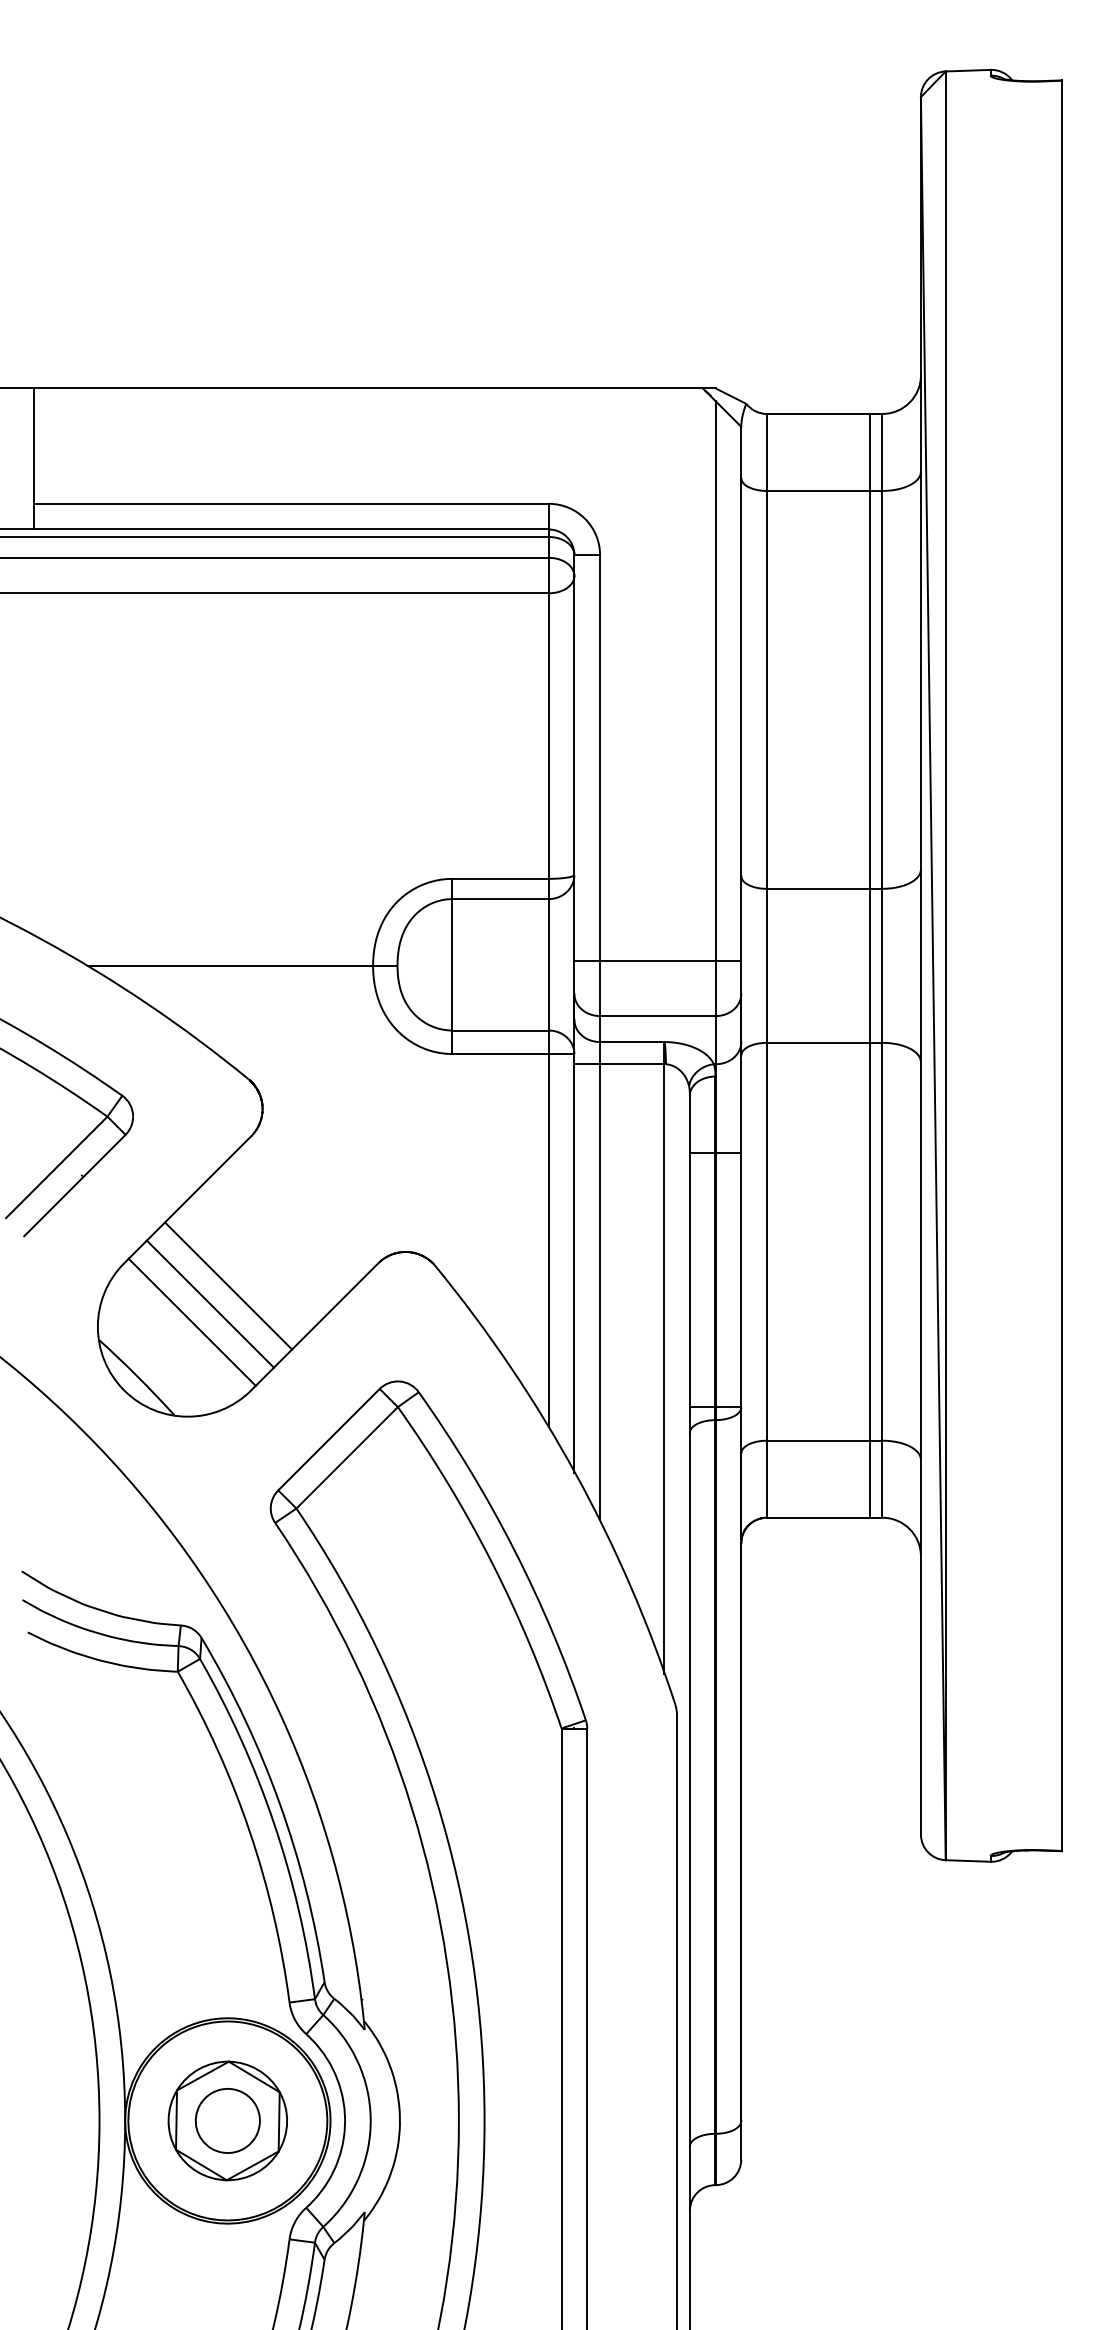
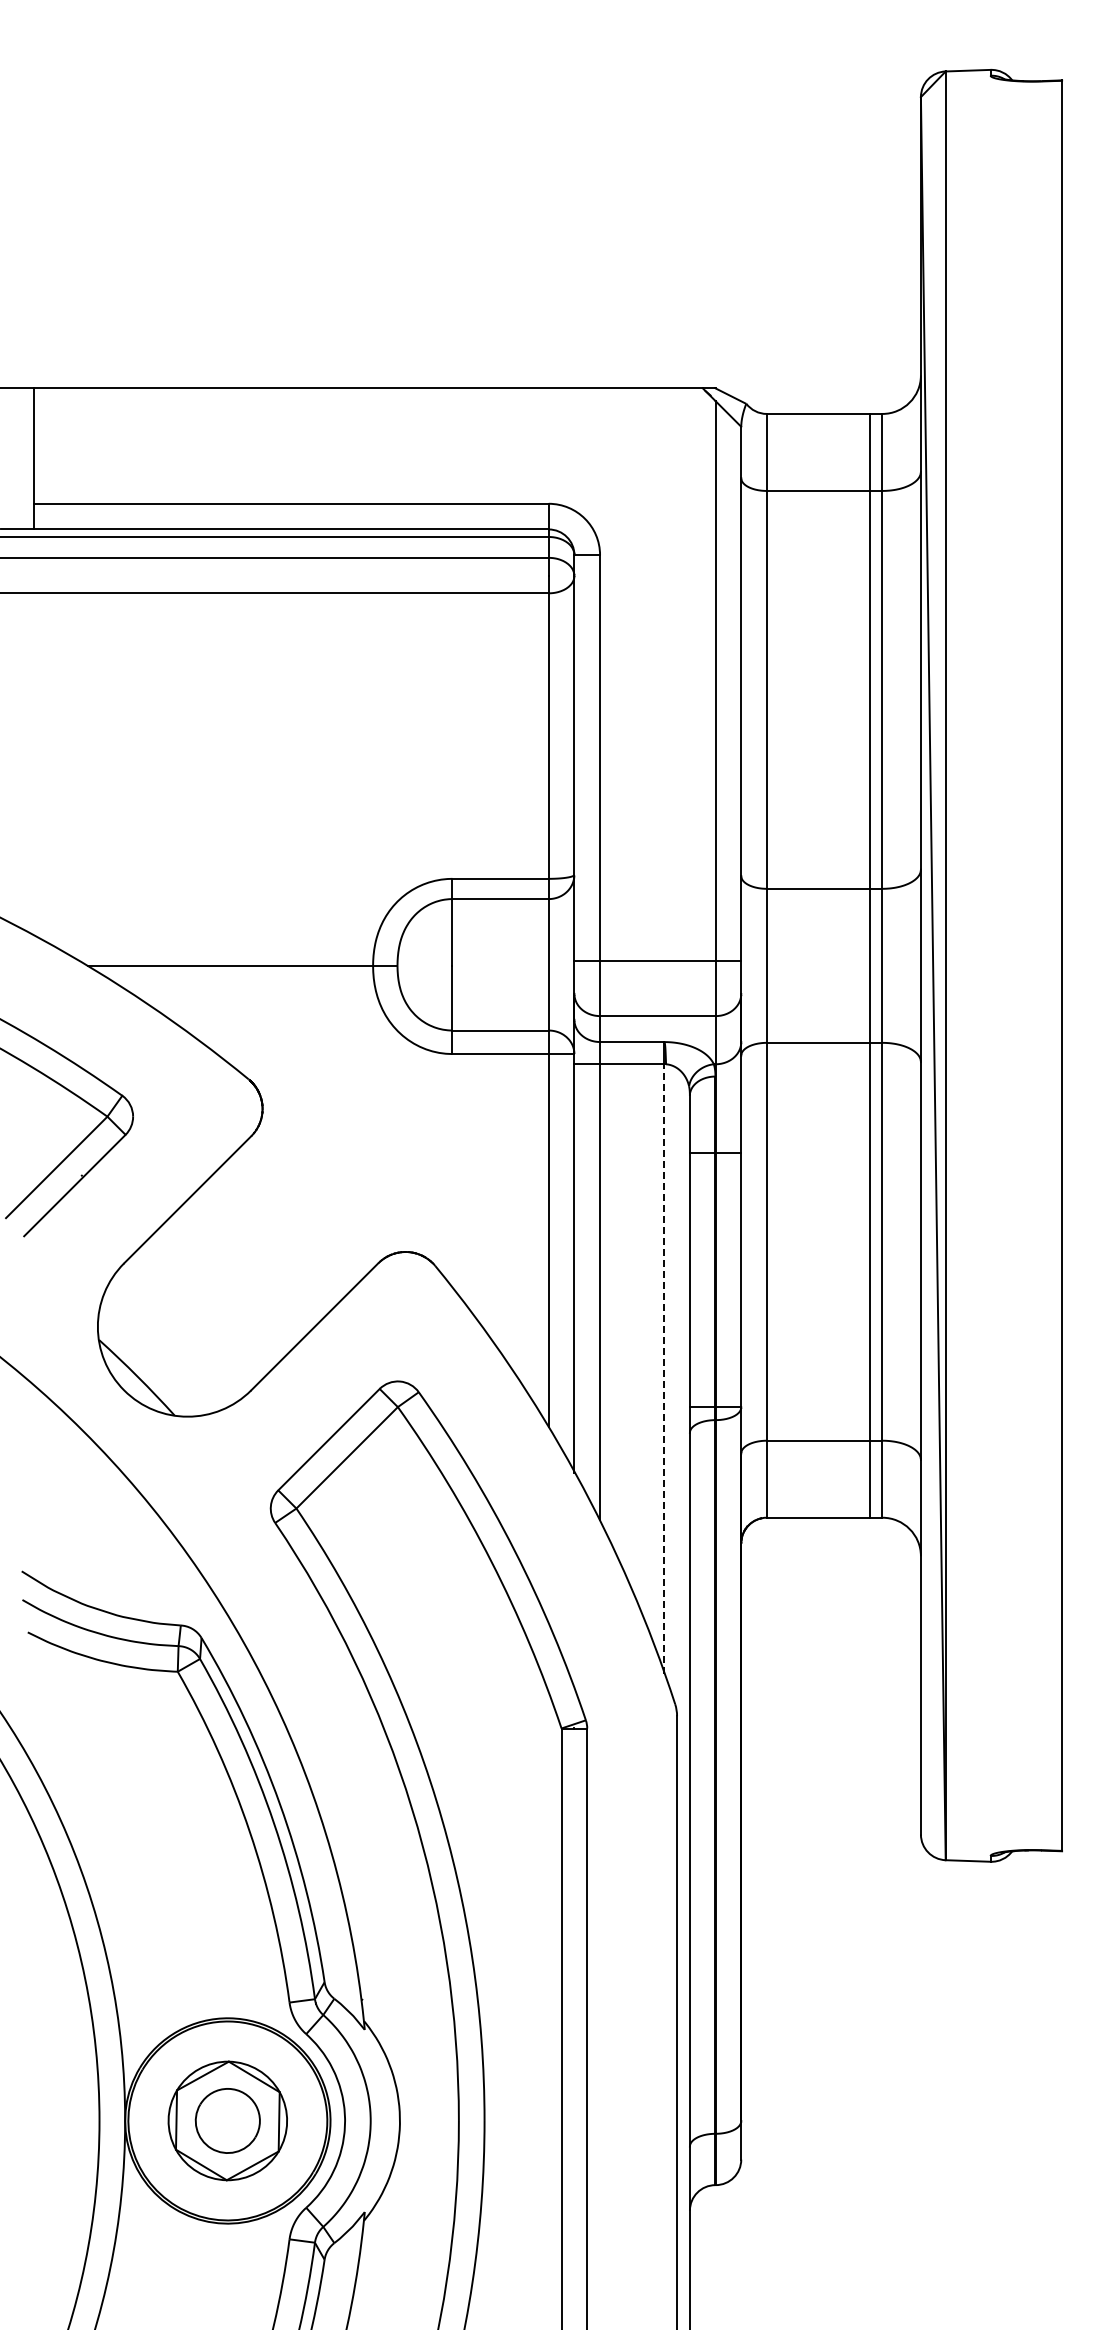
line at (228, 1285): present -> none
line at (209, 1303): present -> none
line at (191, 1321): present -> none
line at (664, 1369): solid -> dashed
